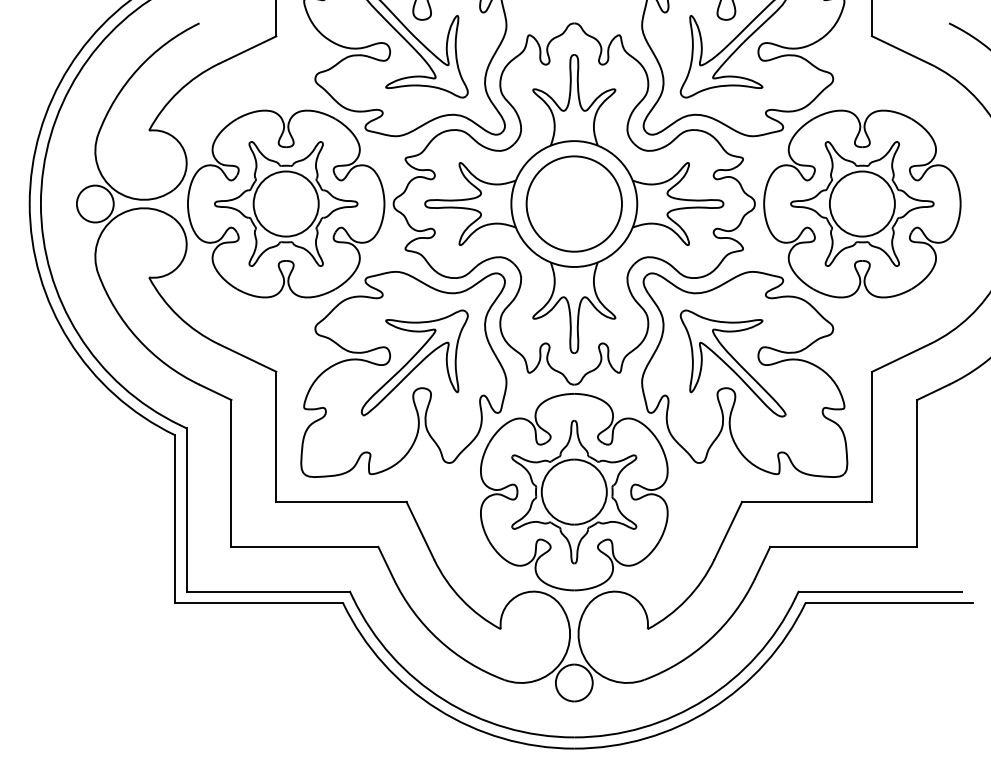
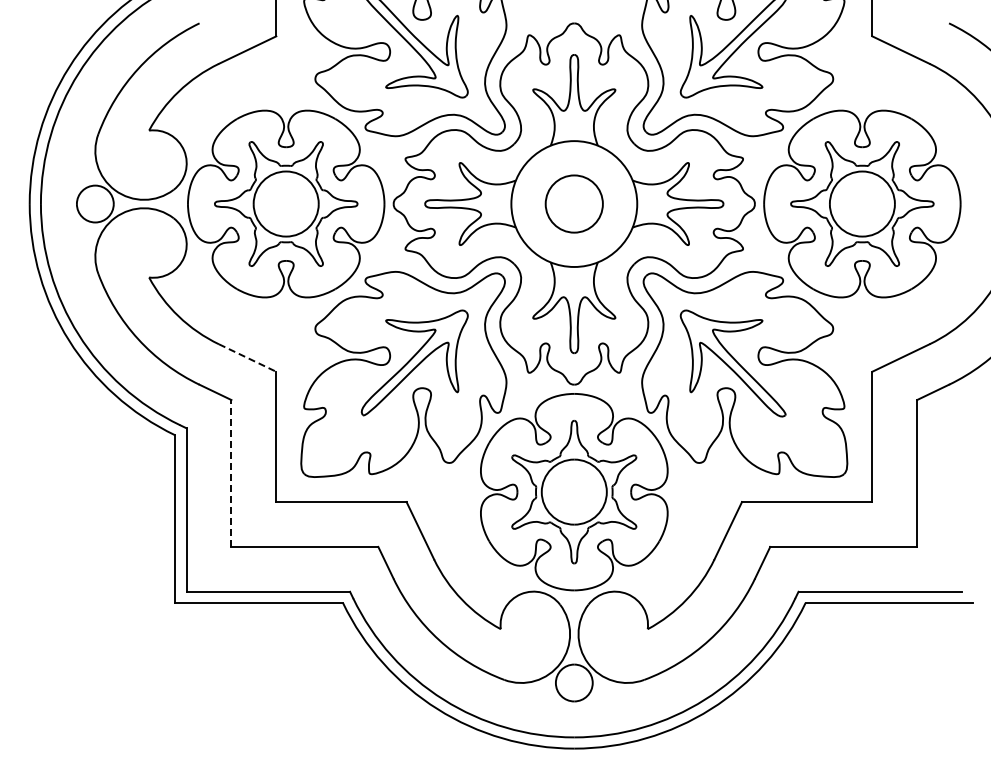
circle at (573, 203) diameter: 95 px -> 57 px
line at (247, 358): solid -> dashed
line at (231, 472): solid -> dashed
